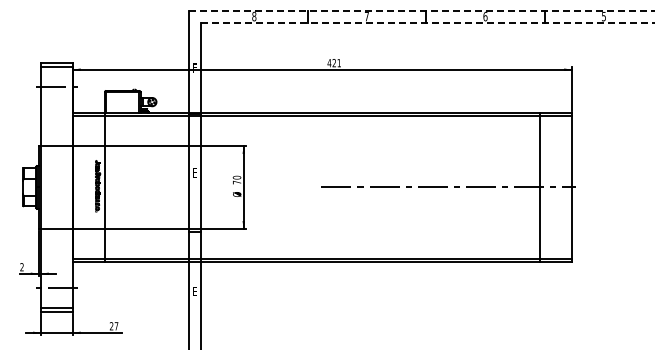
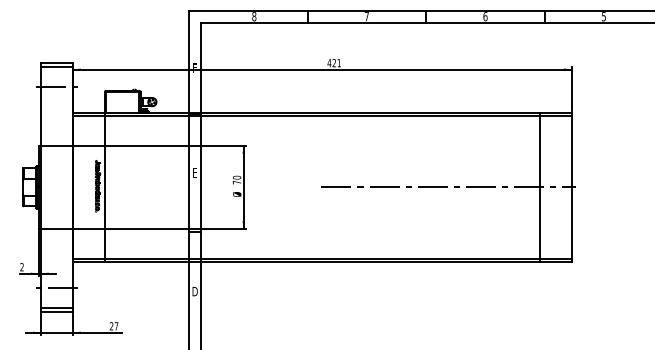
line at (422, 10): dashed -> solid
line at (427, 22): dashed -> solid
text at (194, 291): E -> D
